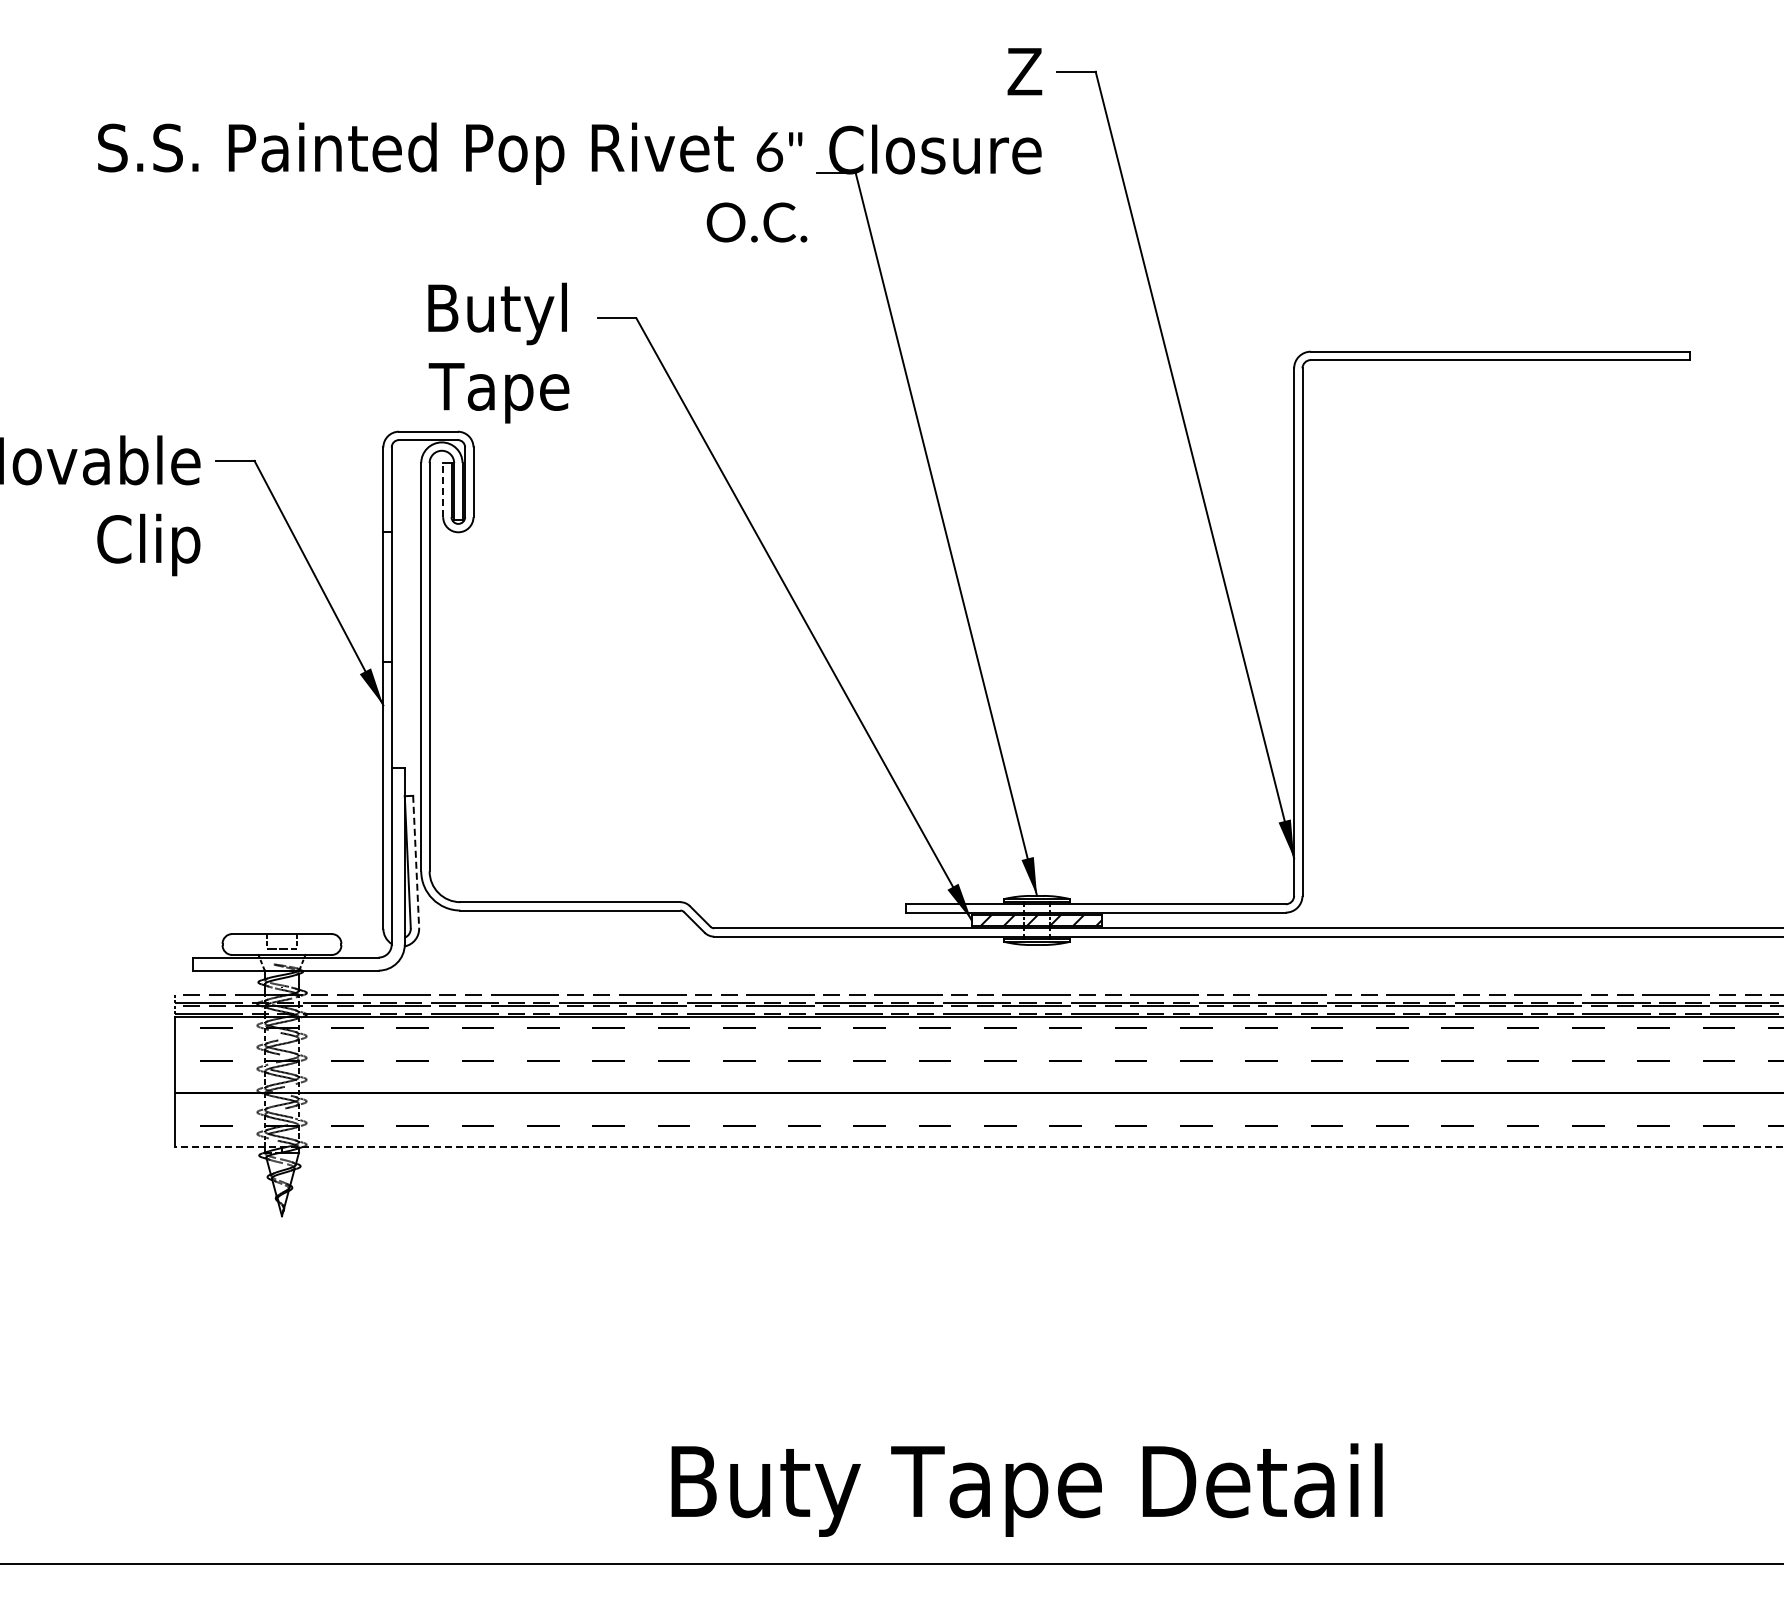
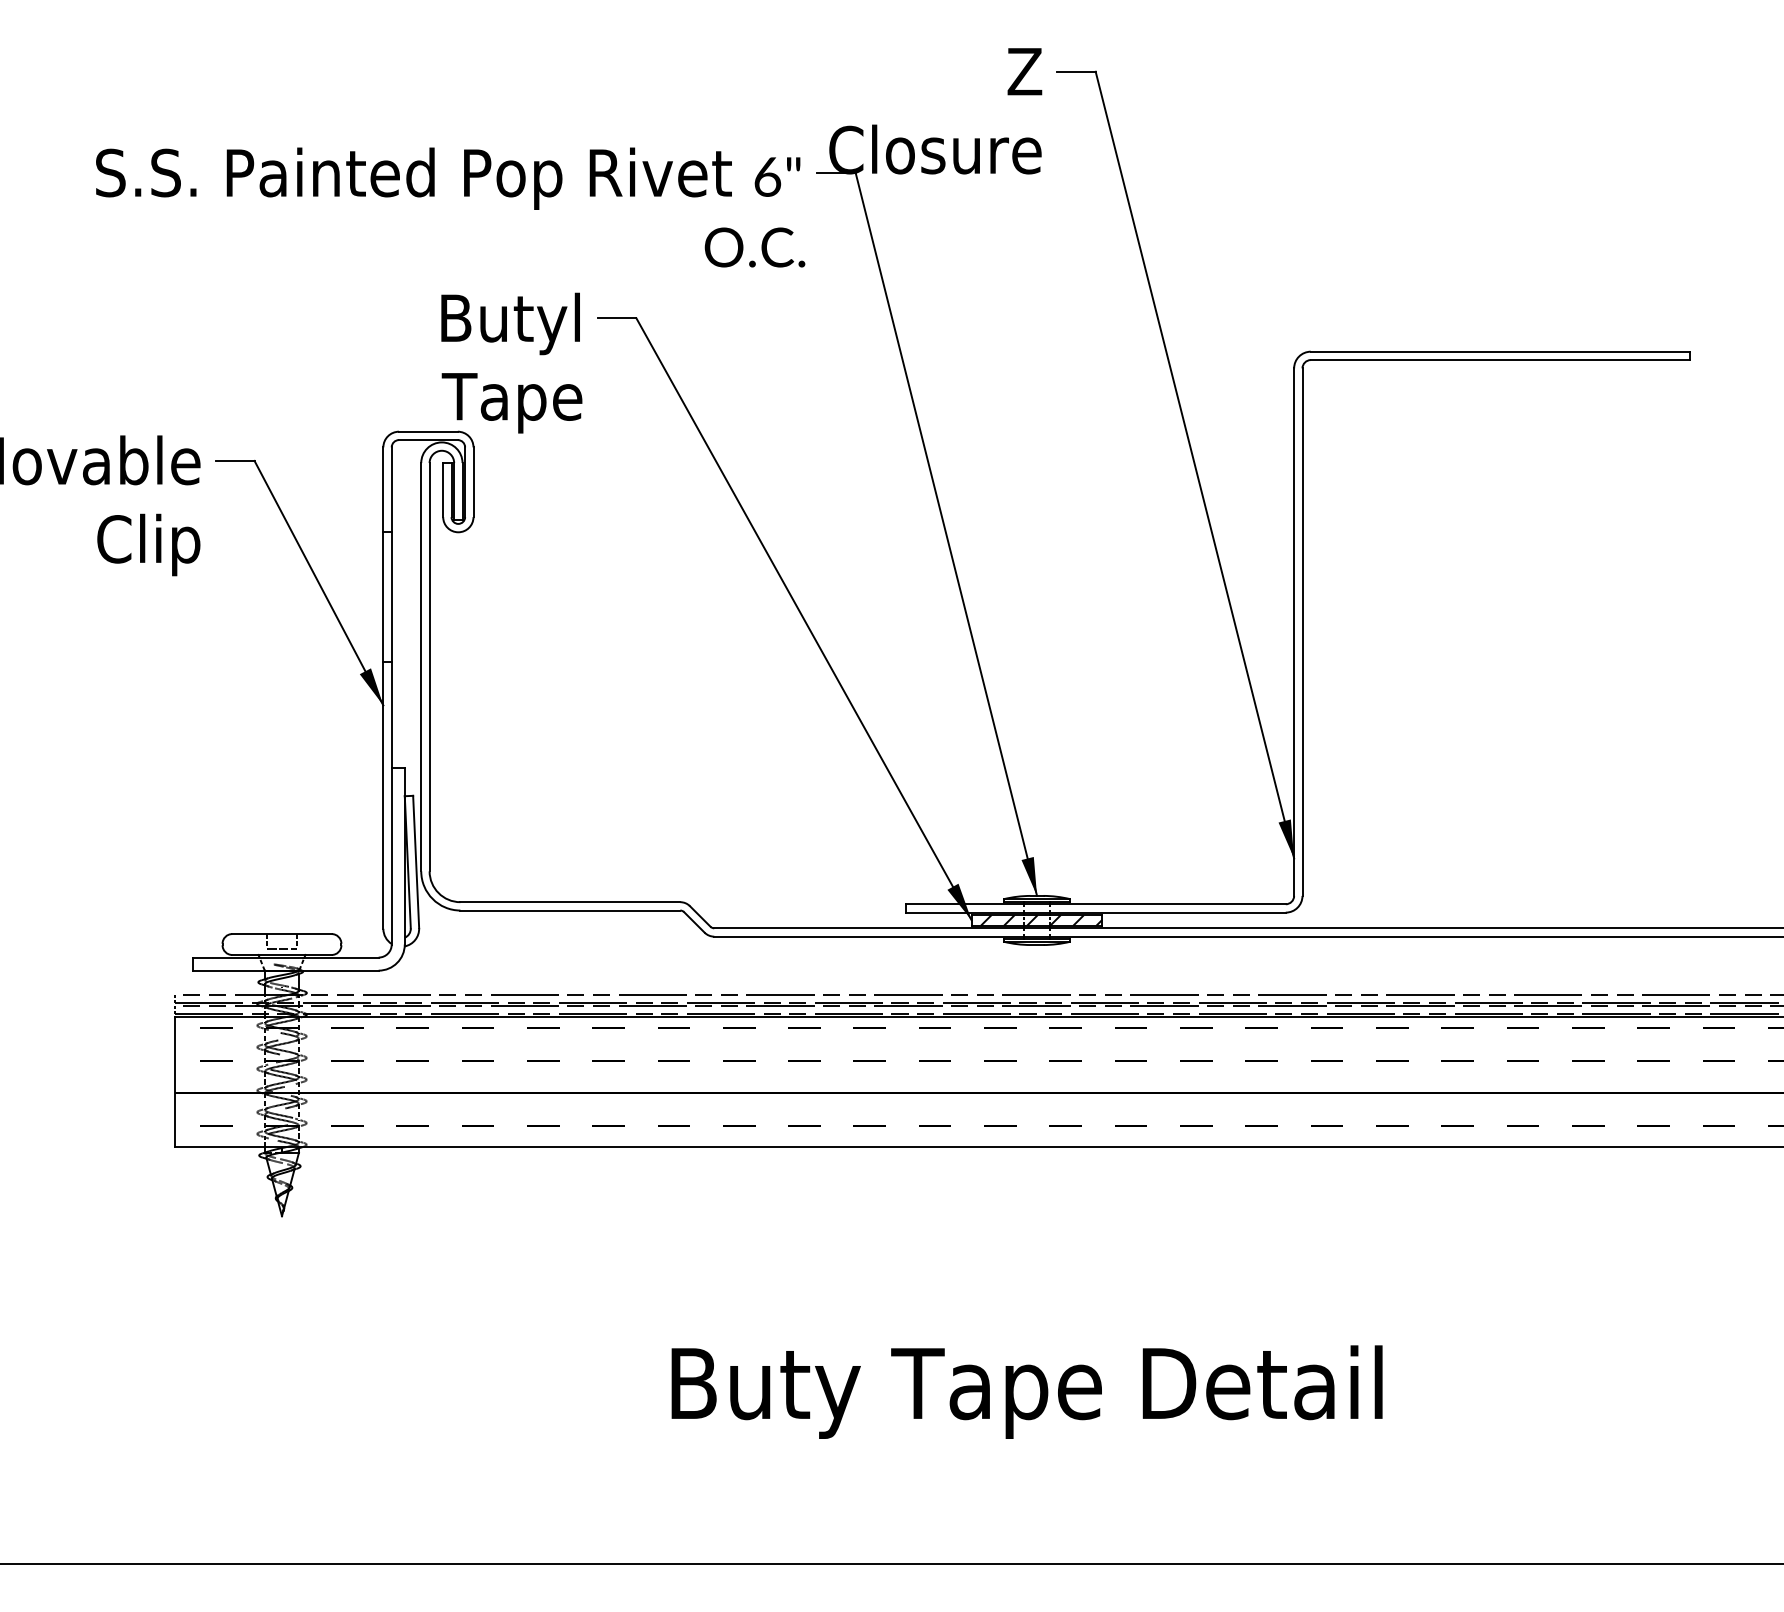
text at (452, 182) position: (452, 182) -> (450, 207)
text at (498, 352) position: (498, 352) -> (511, 362)
line at (443, 489): dashed -> solid
line at (416, 862): dashed -> solid
line at (978, 1147): dashed -> solid
text at (1026, 1489) position: (1026, 1489) -> (1026, 1391)
